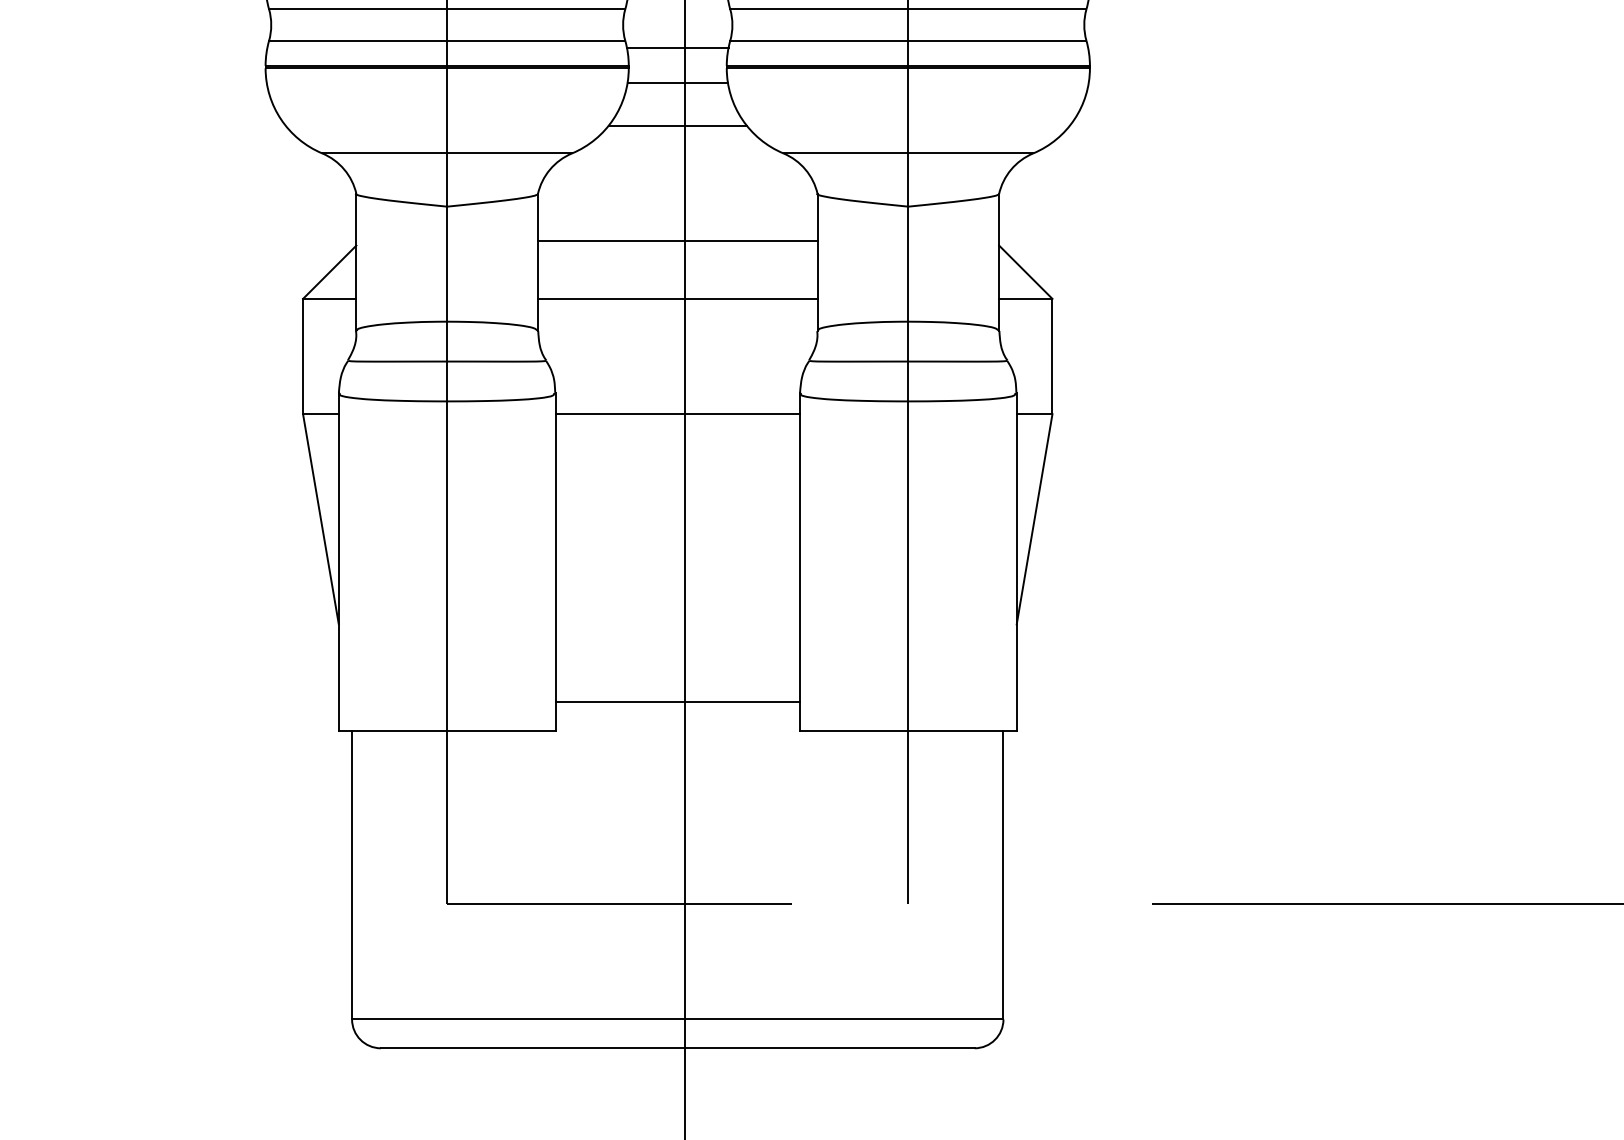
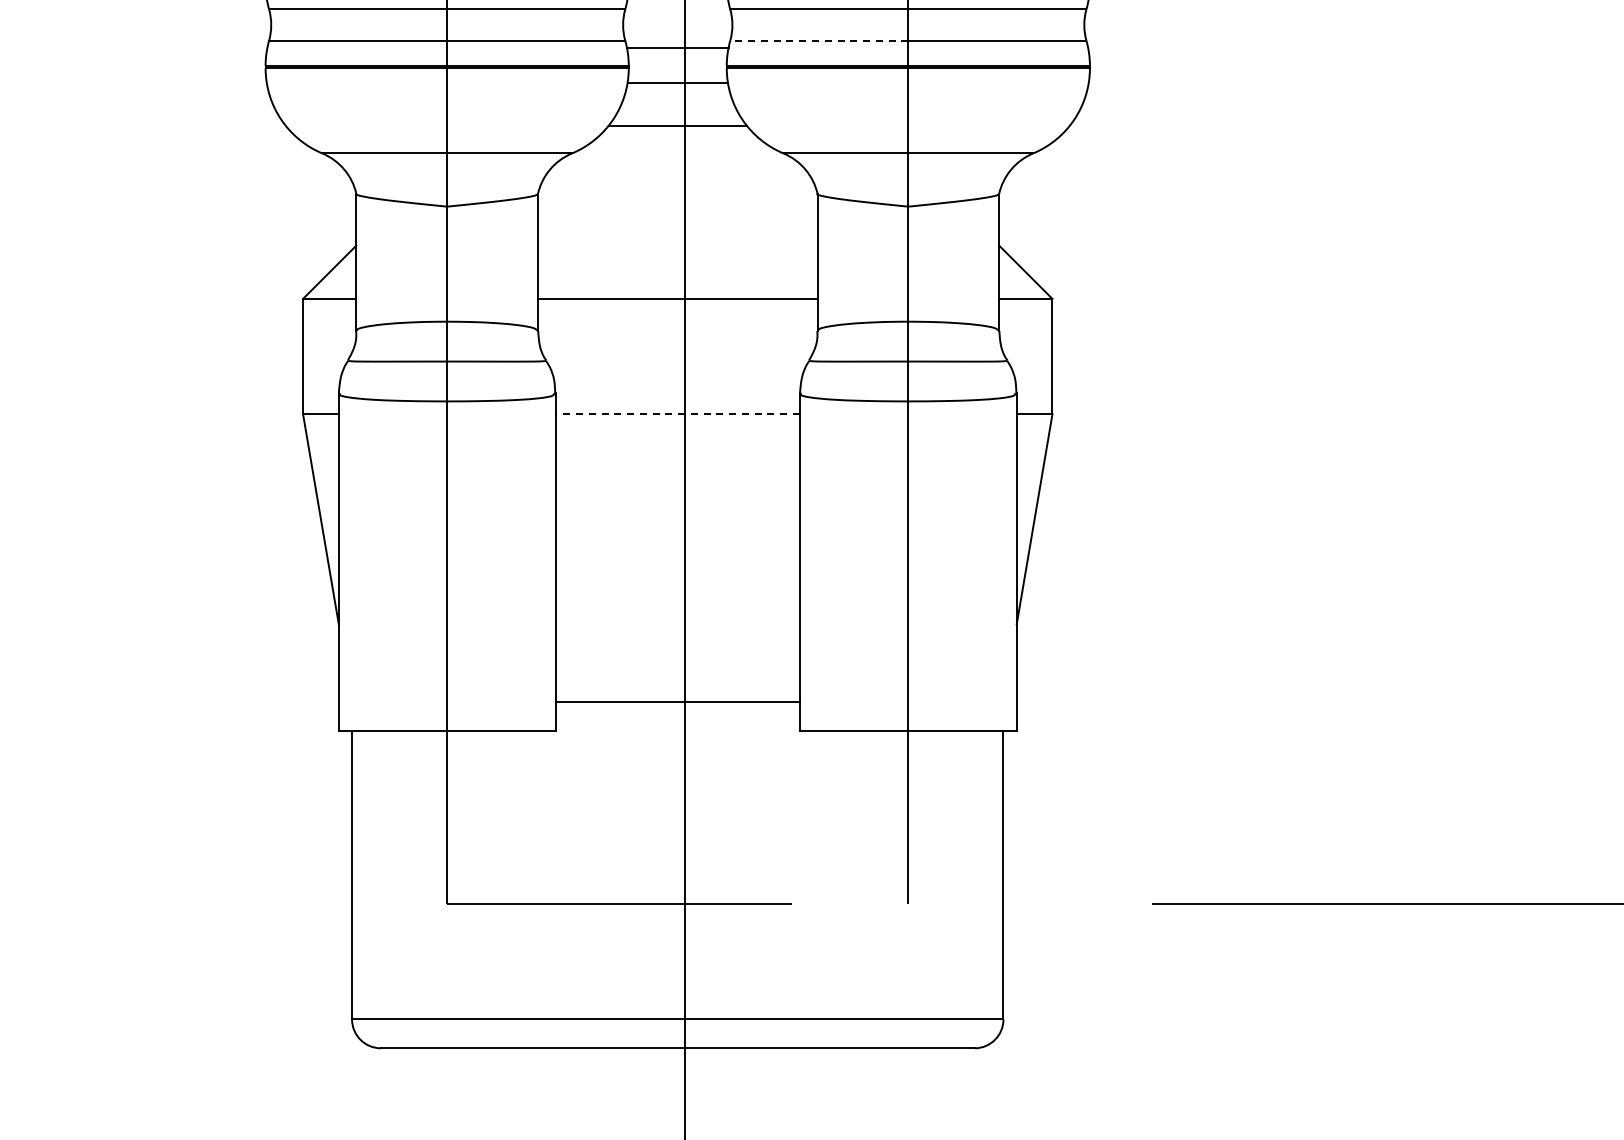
line at (818, 40): solid -> dashed
line at (677, 241): present -> none
line at (677, 414): solid -> dashed
